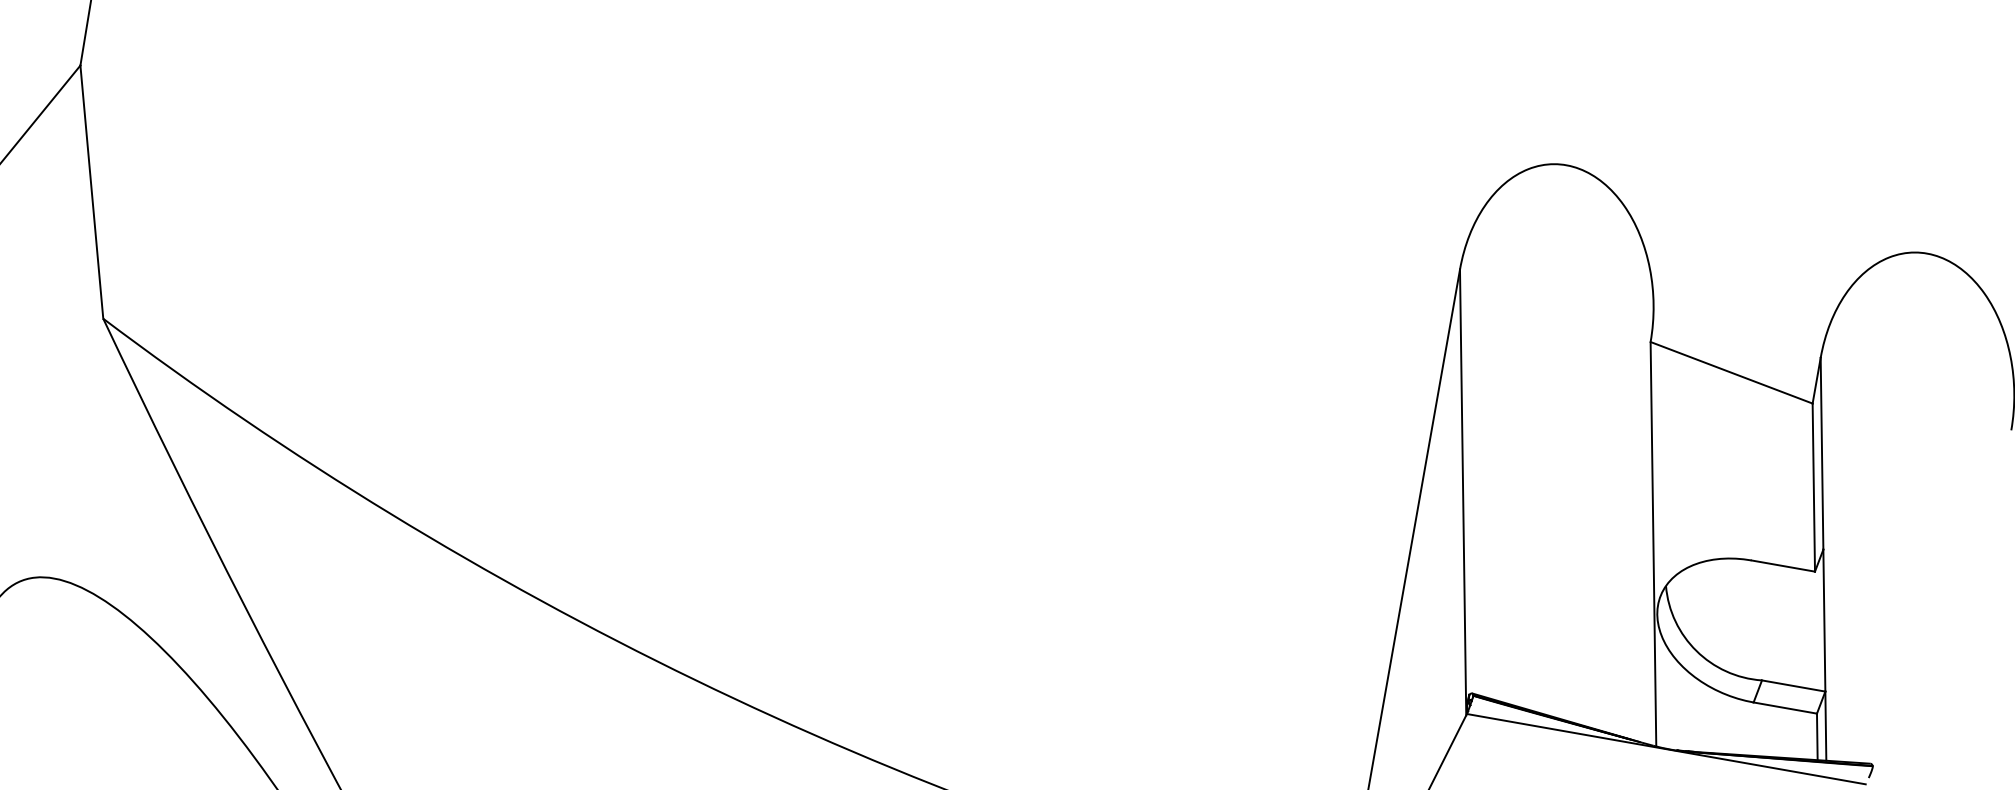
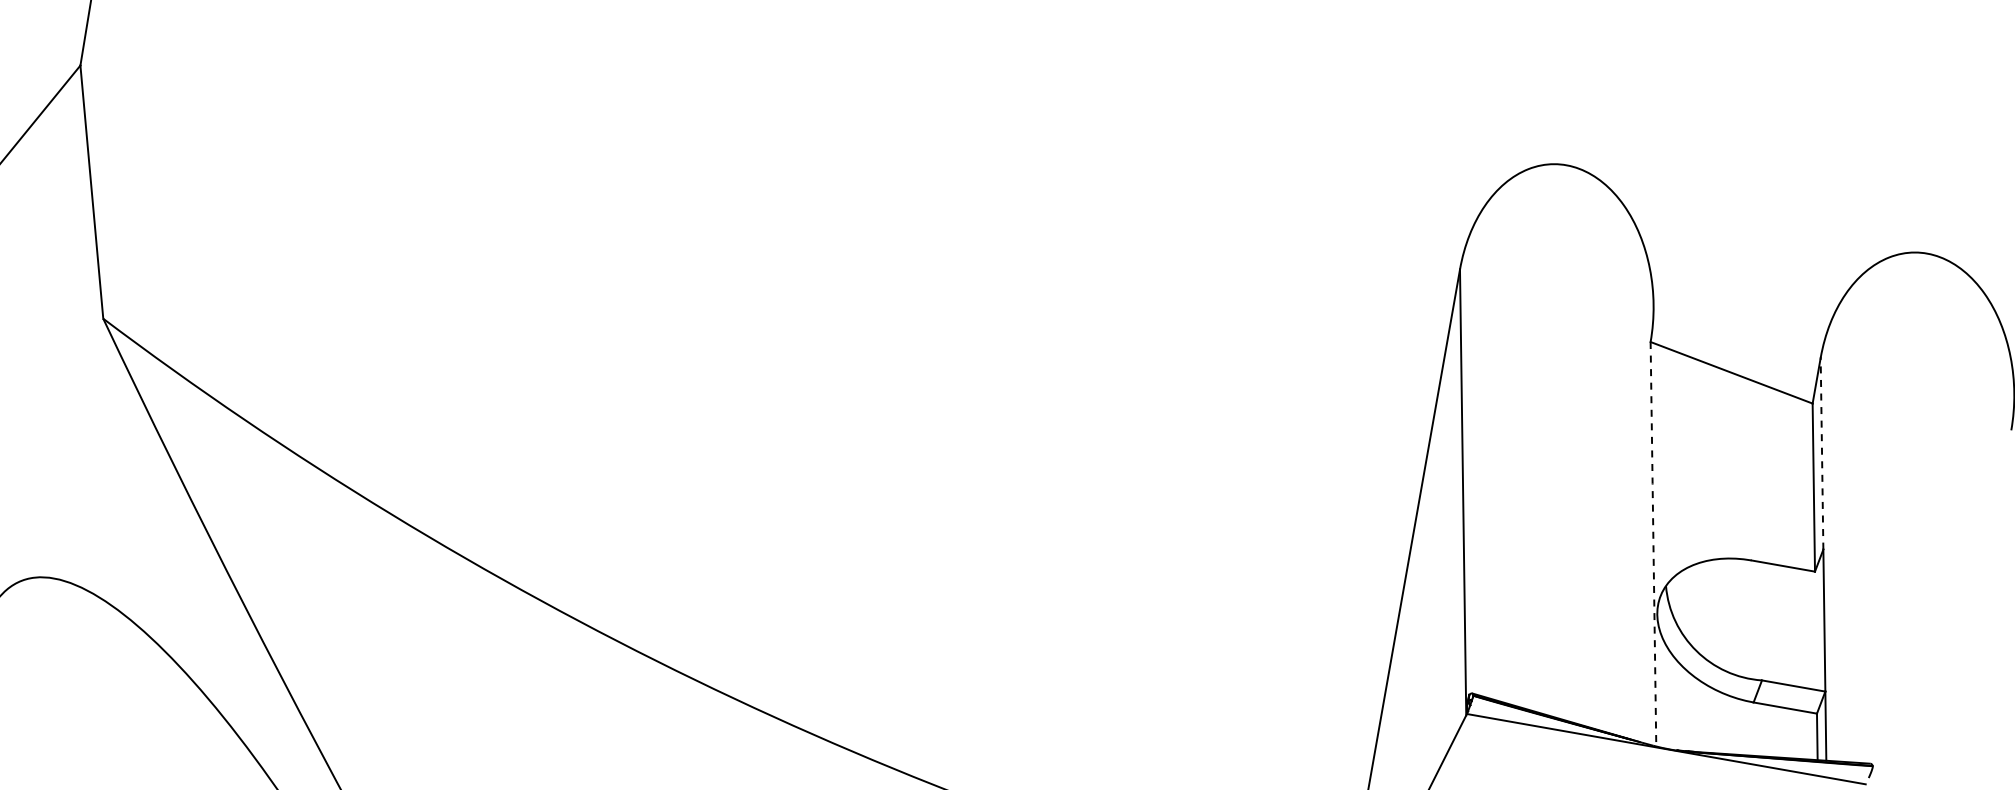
line at (1822, 453): solid -> dashed
line at (1653, 543): solid -> dashed
